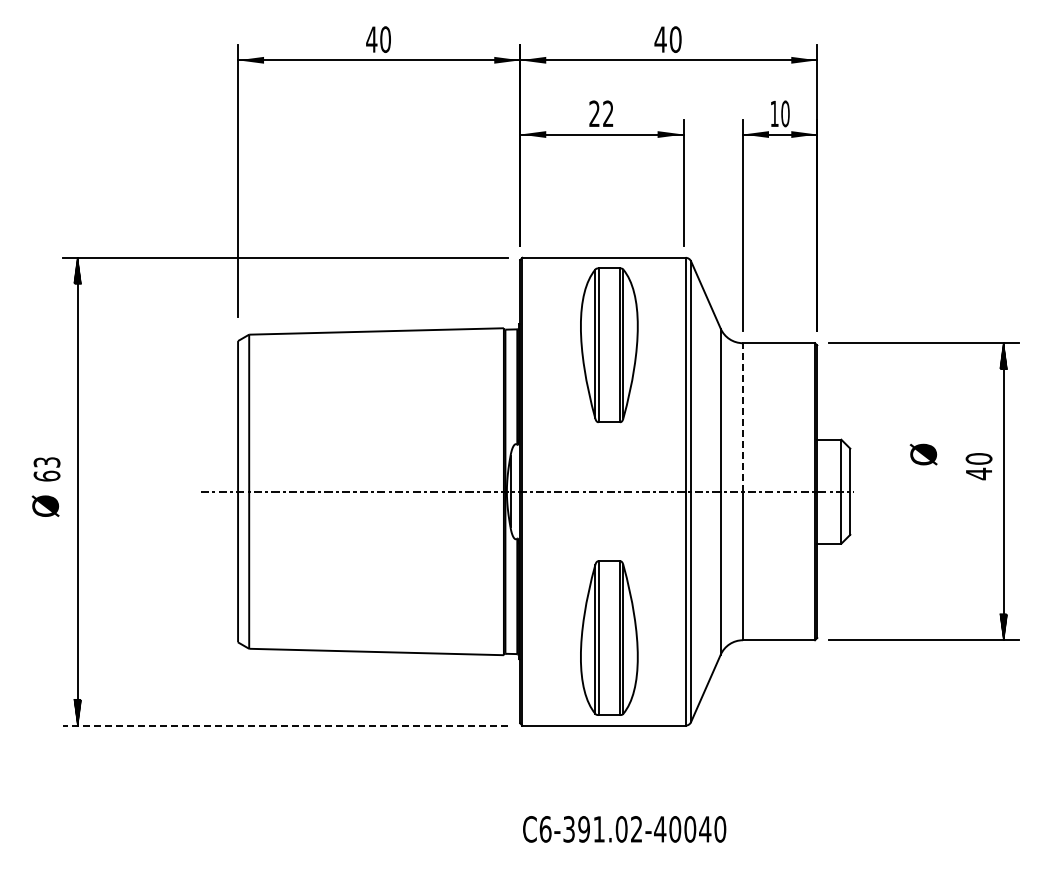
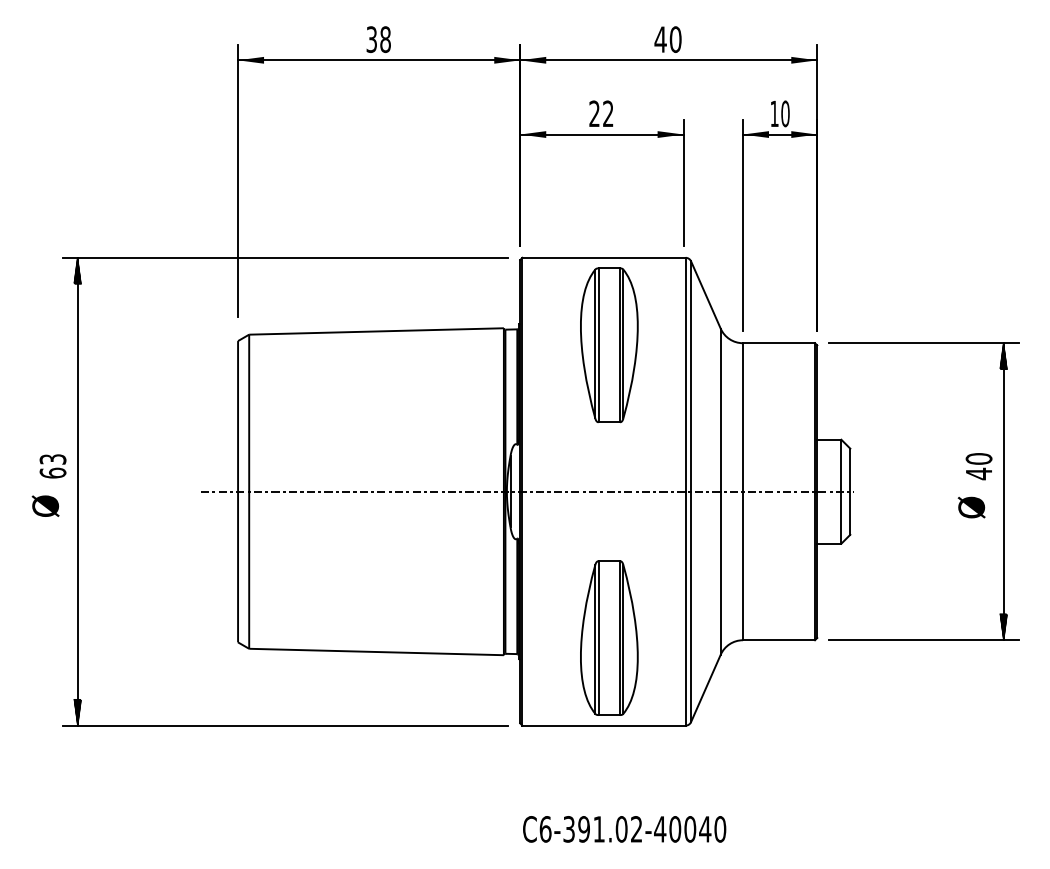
text at (378, 39): 40 -> 38
line at (743, 416): dashed -> solid
text at (923, 454) position: (923, 454) -> (971, 507)
text at (46, 469) position: (46, 469) -> (52, 466)
line at (285, 725): dashed -> solid
